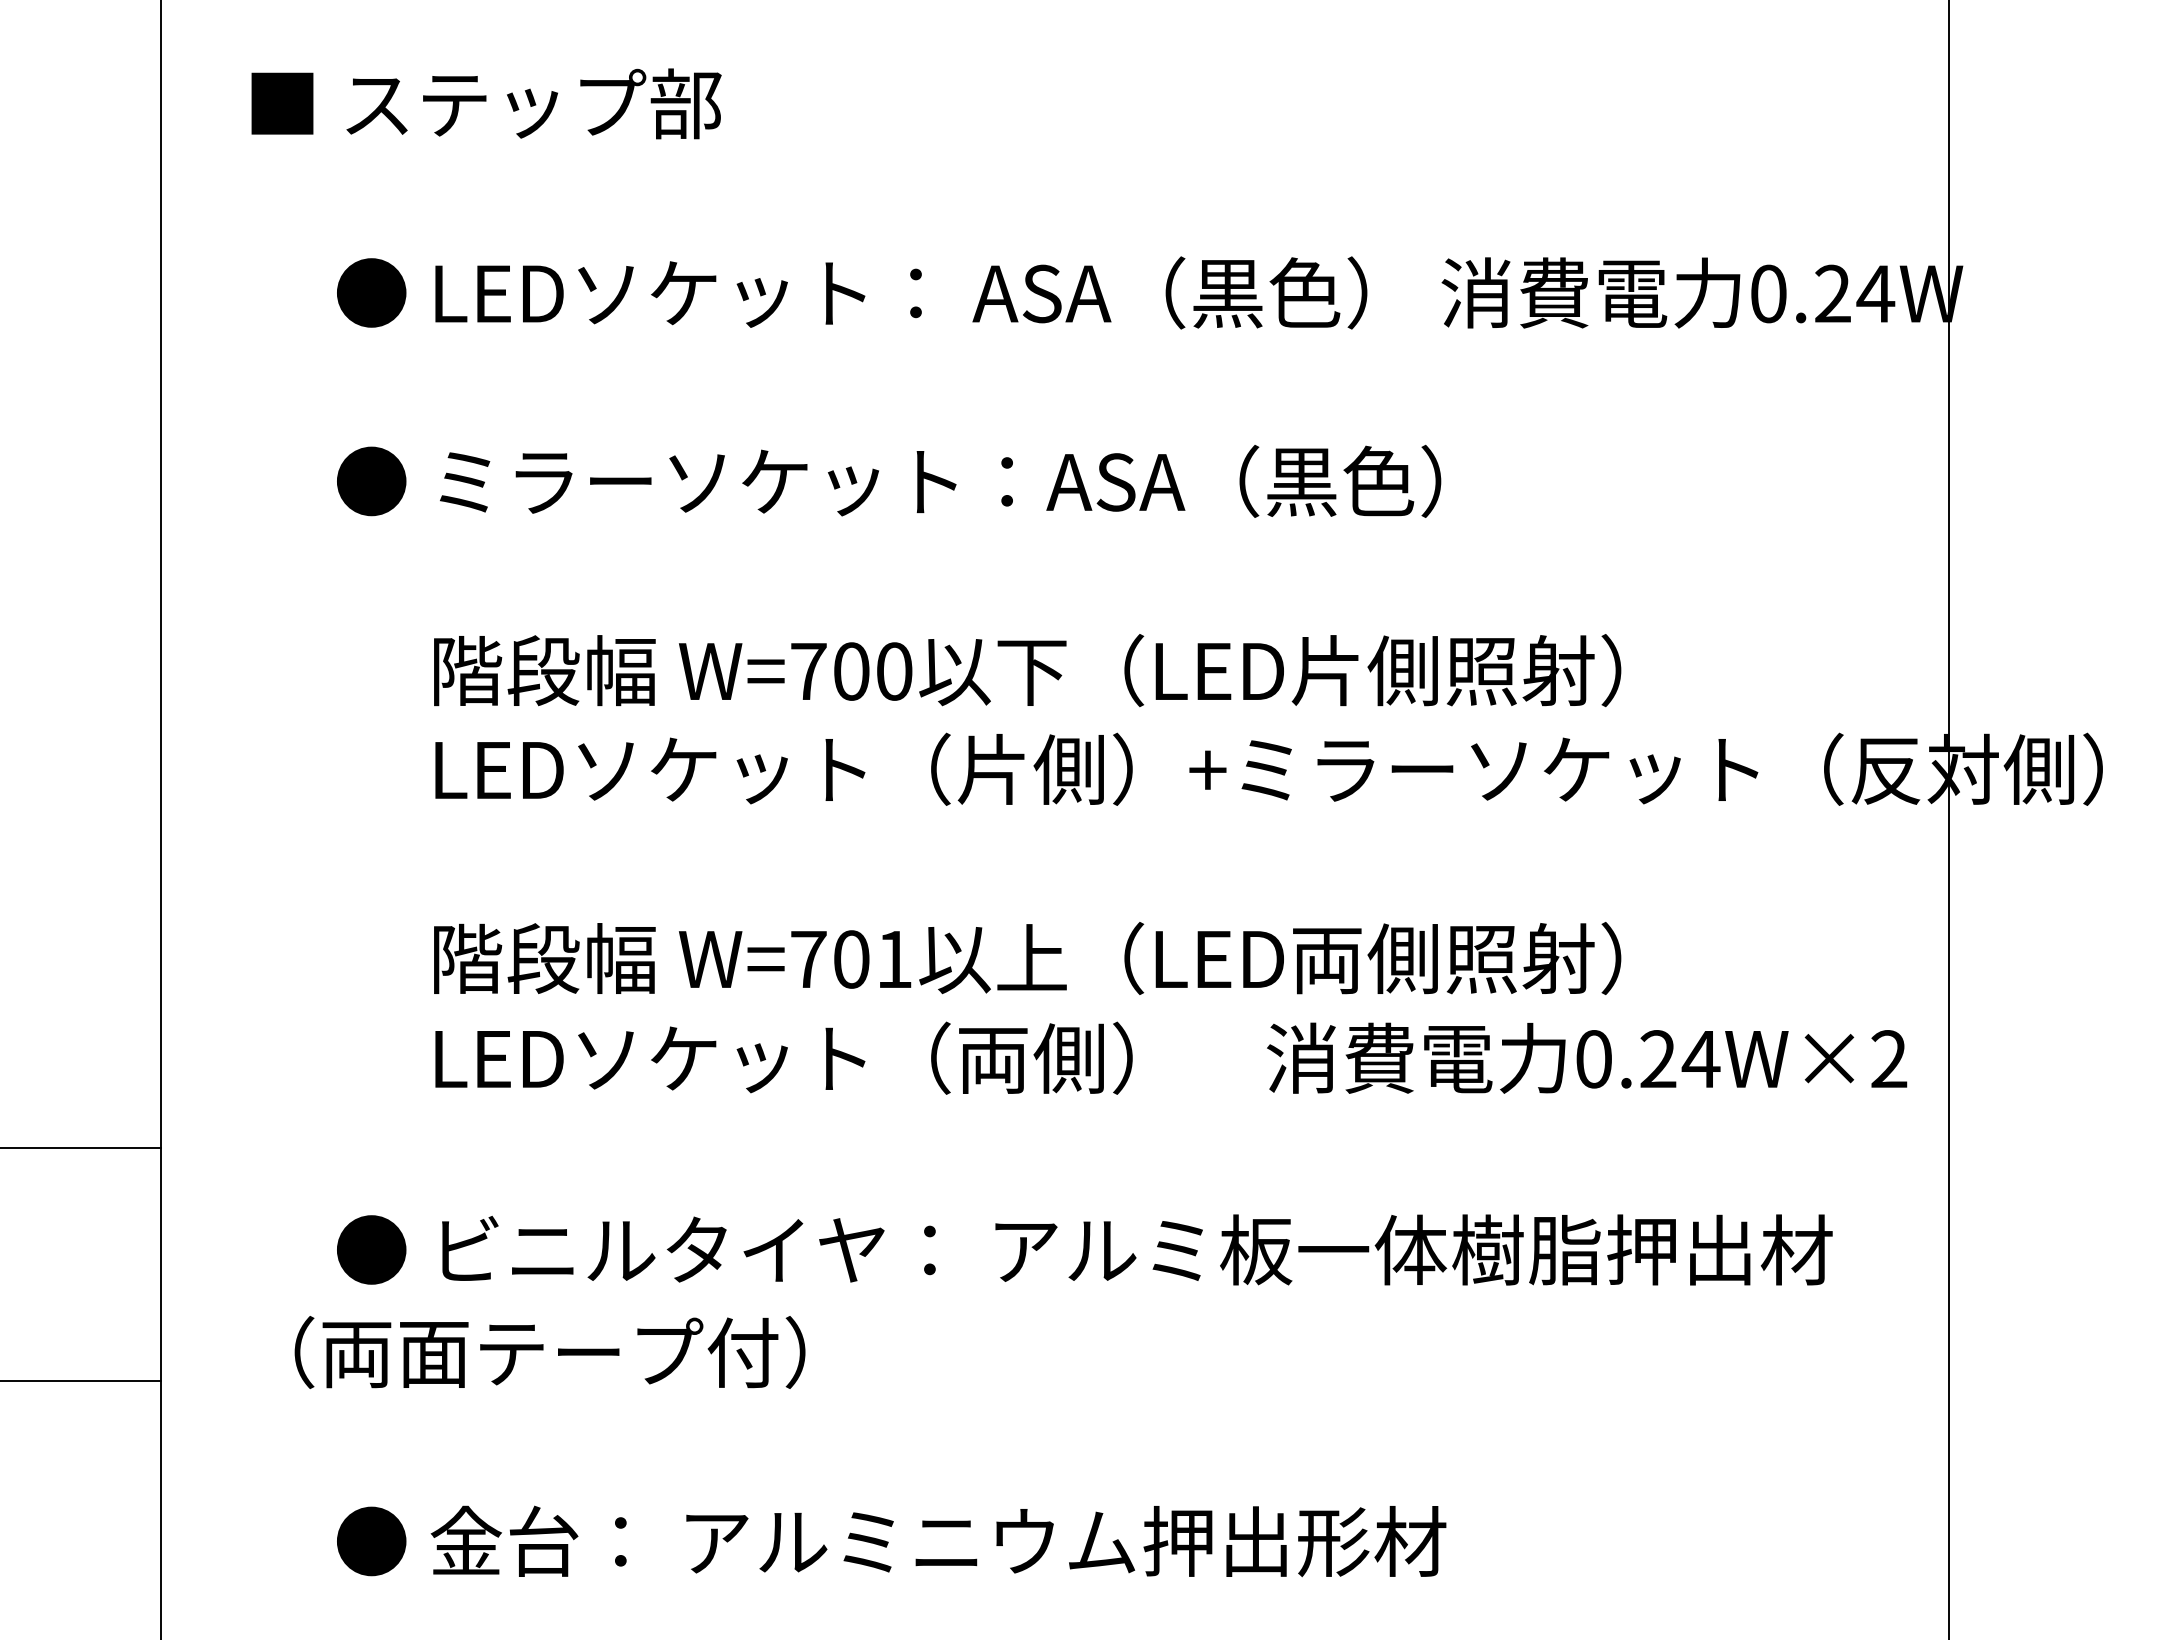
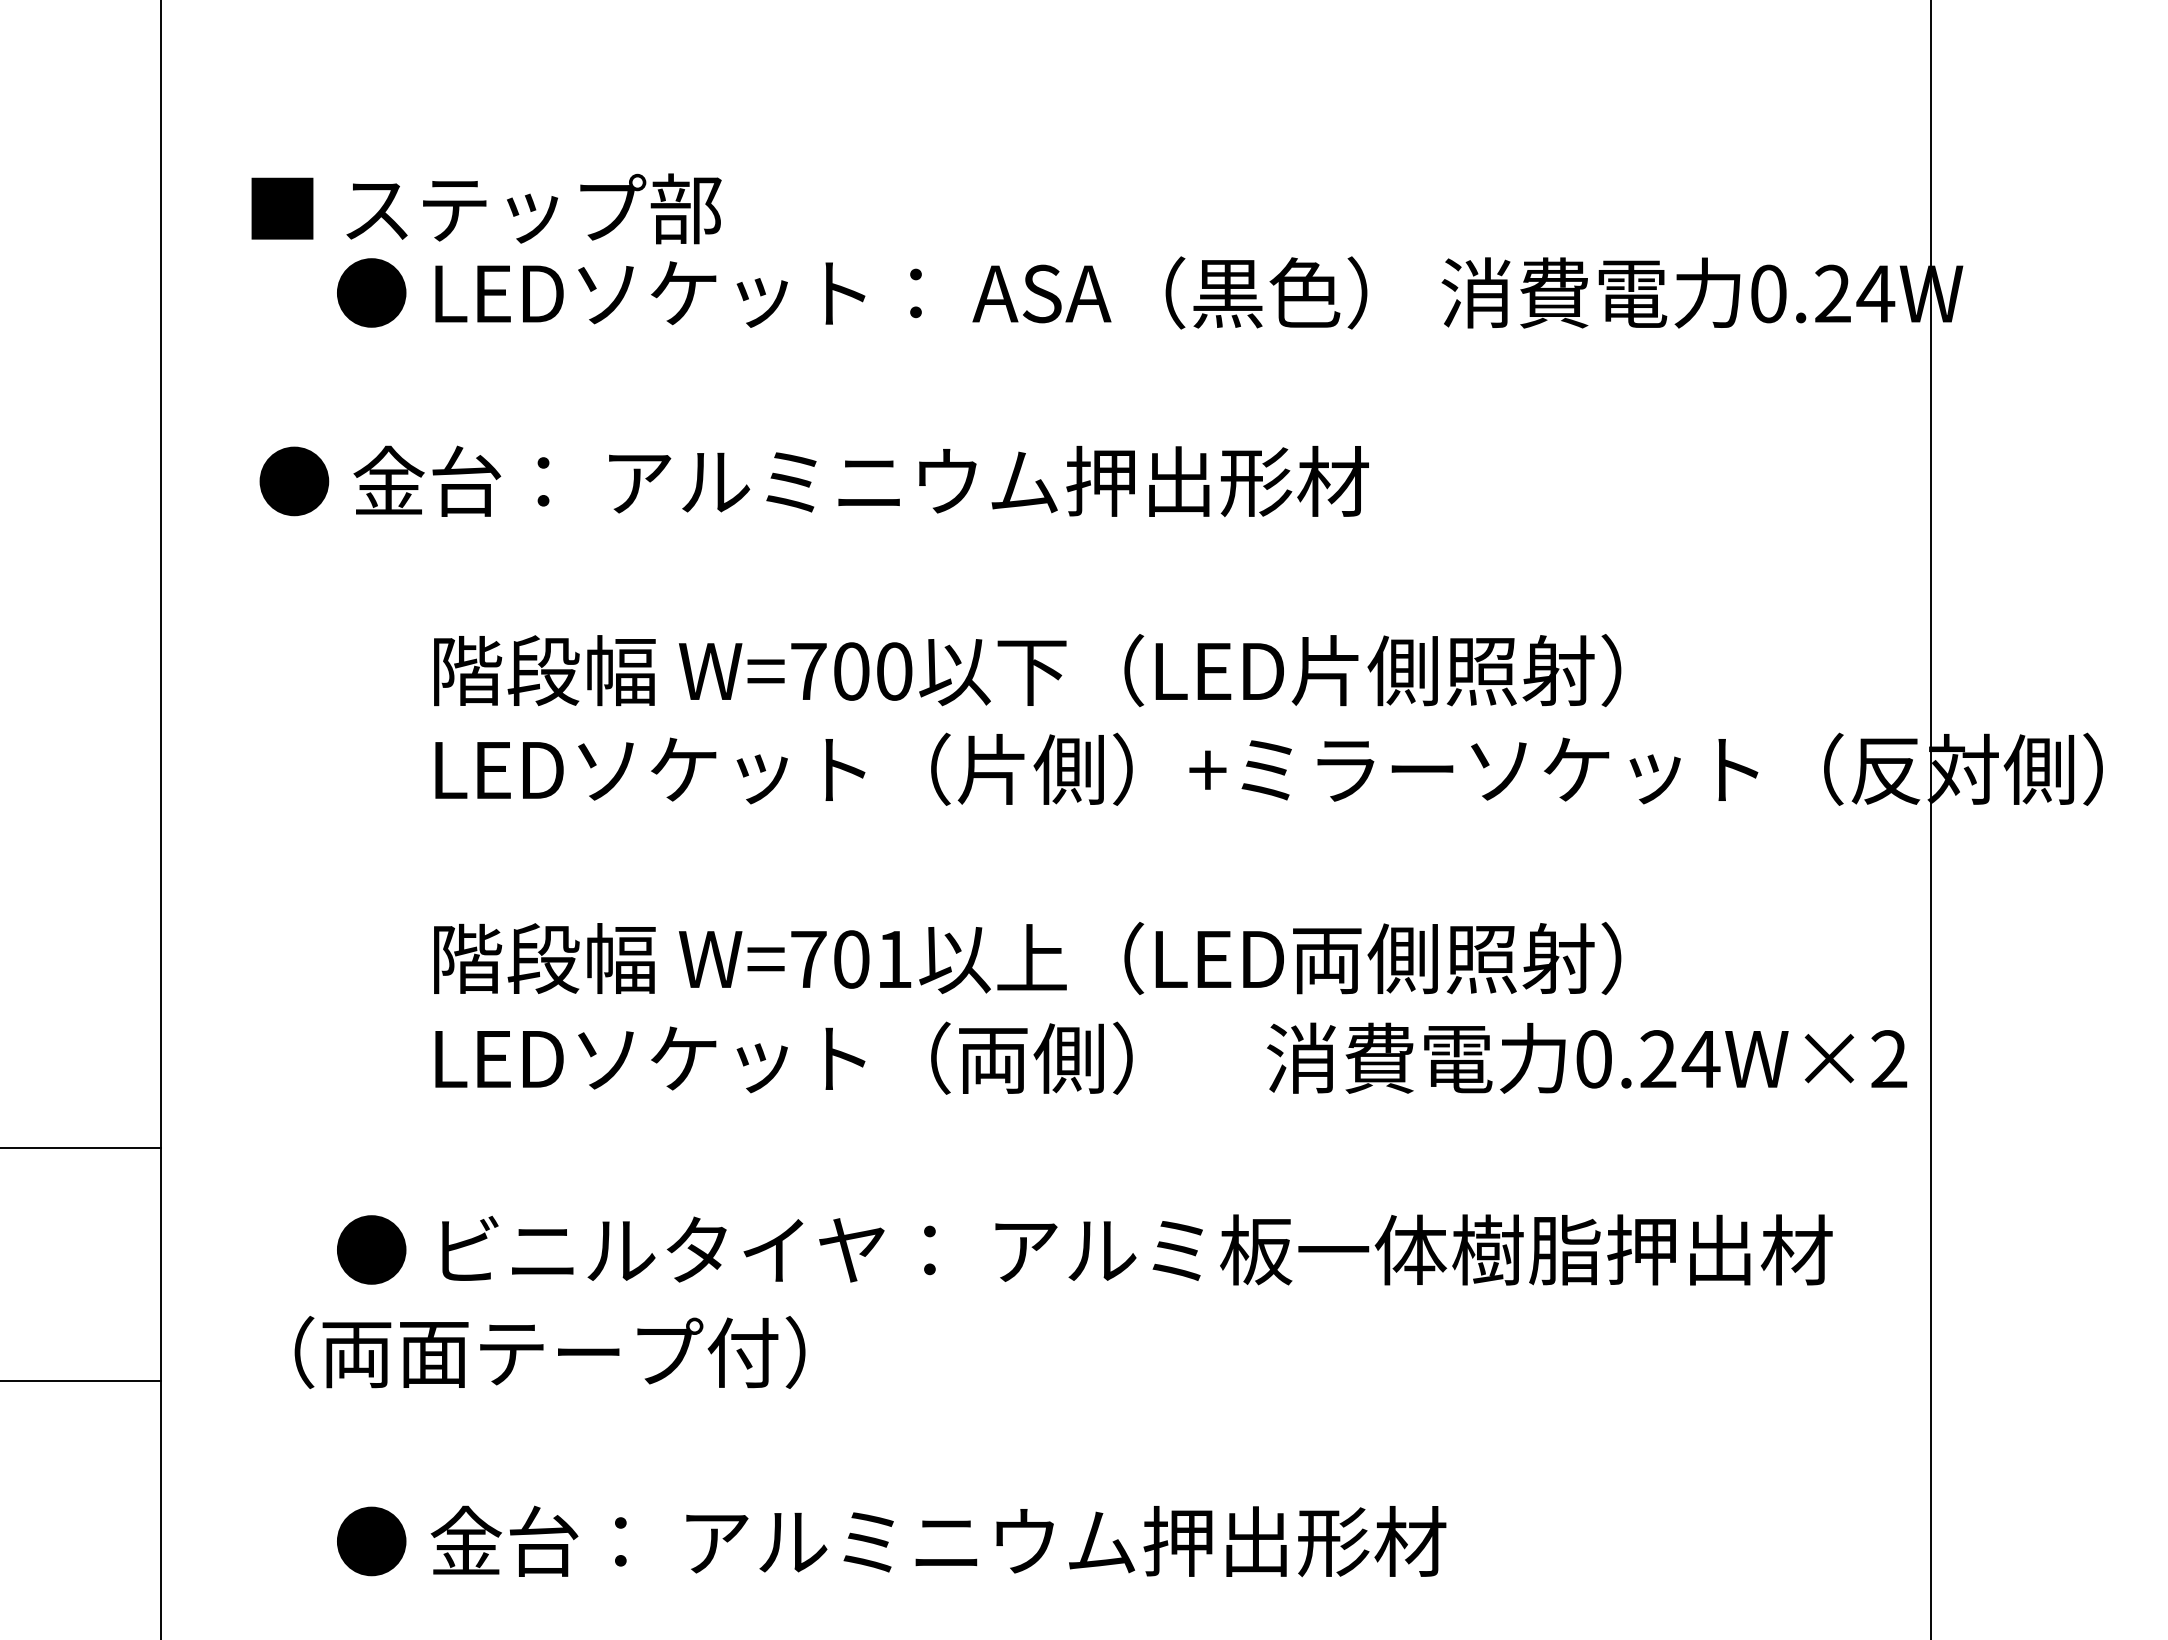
text at (486, 103) position: (486, 103) -> (486, 208)
text at (850, 480): ● ミラーソケット：ASA（黒色） -> ● 金台： アルミニウム押出形材
line at (1948, 819) position: (1948, 819) -> (1930, 819)
